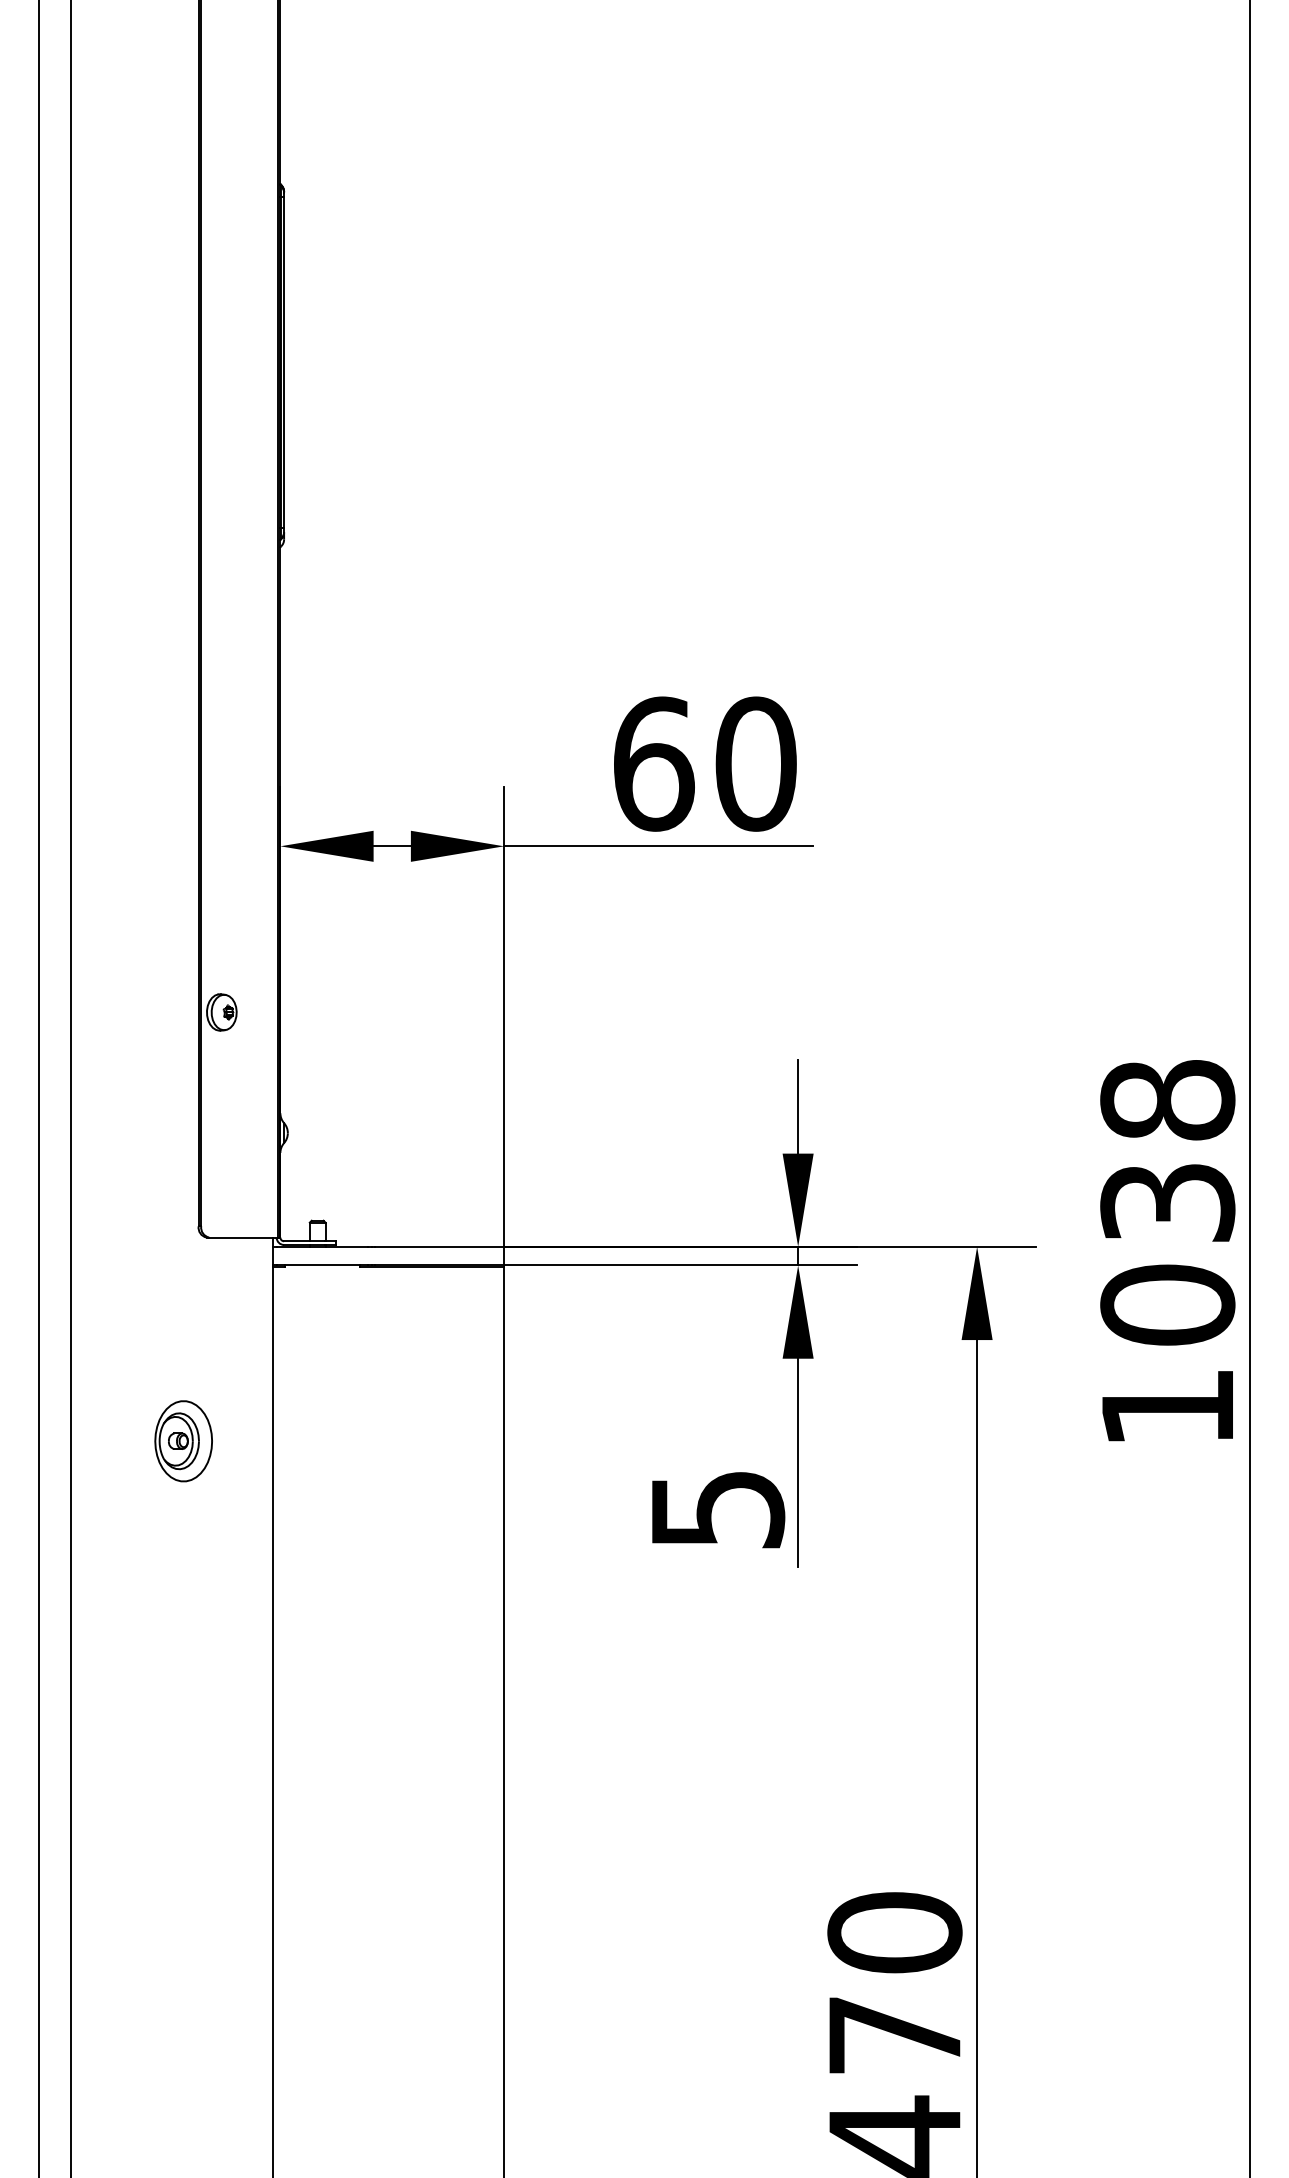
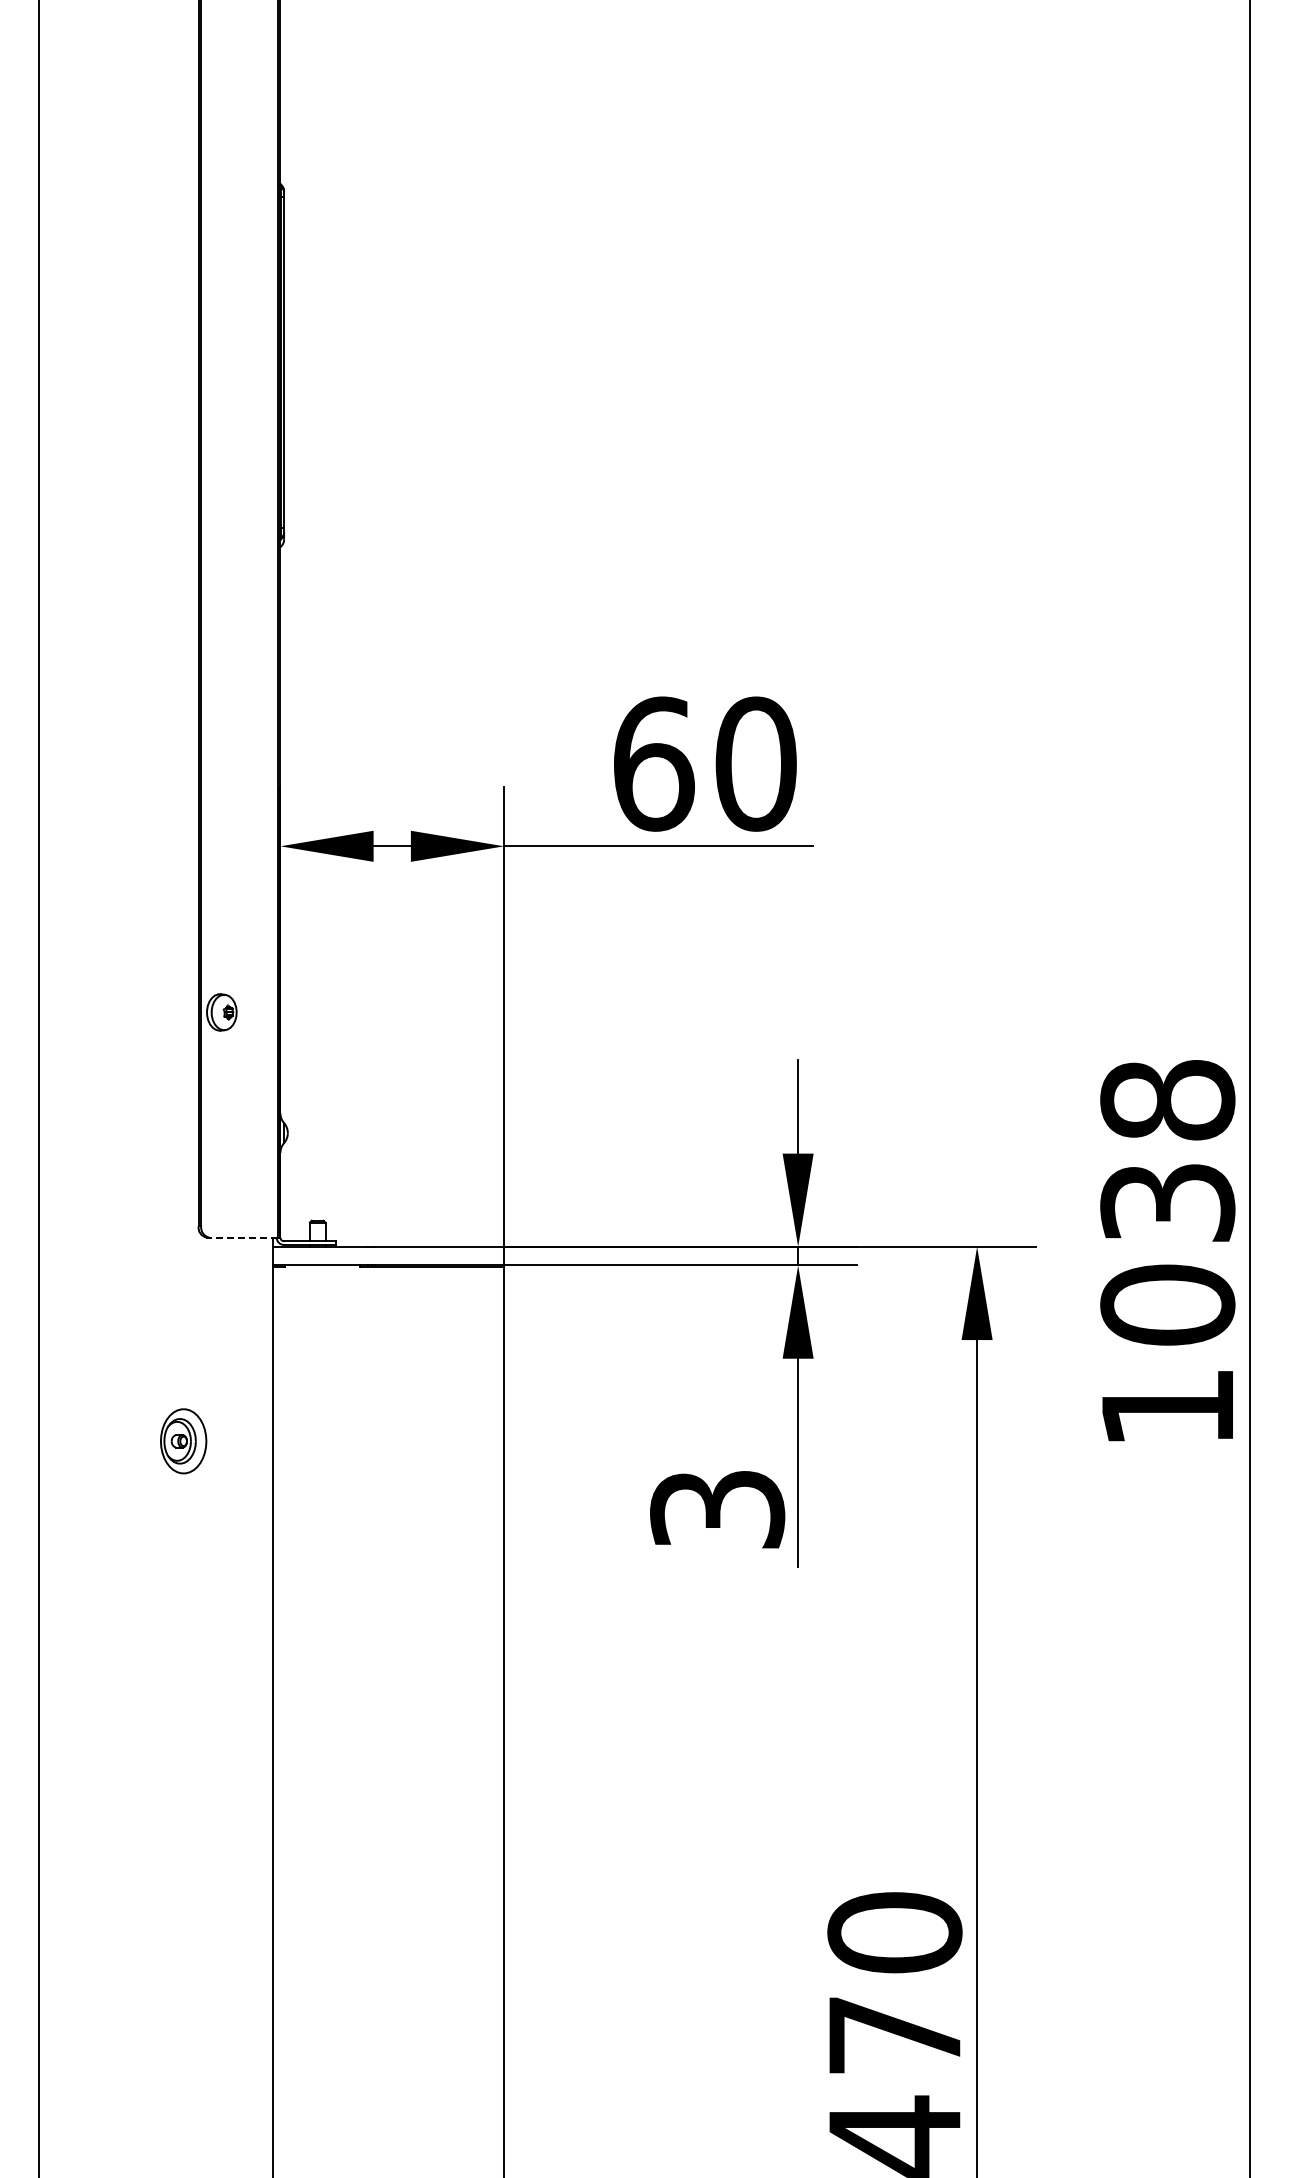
line at (70, 1088): present -> none
line at (243, 1237): solid -> dashed
part at (183, 1441) size: 59x83 px -> 48x67 px
text at (717, 1509): 5 -> 3
